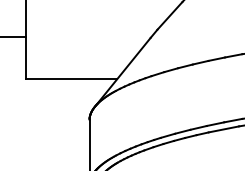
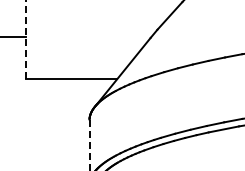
line at (25, 39): solid -> dashed
line at (89, 145): solid -> dashed
